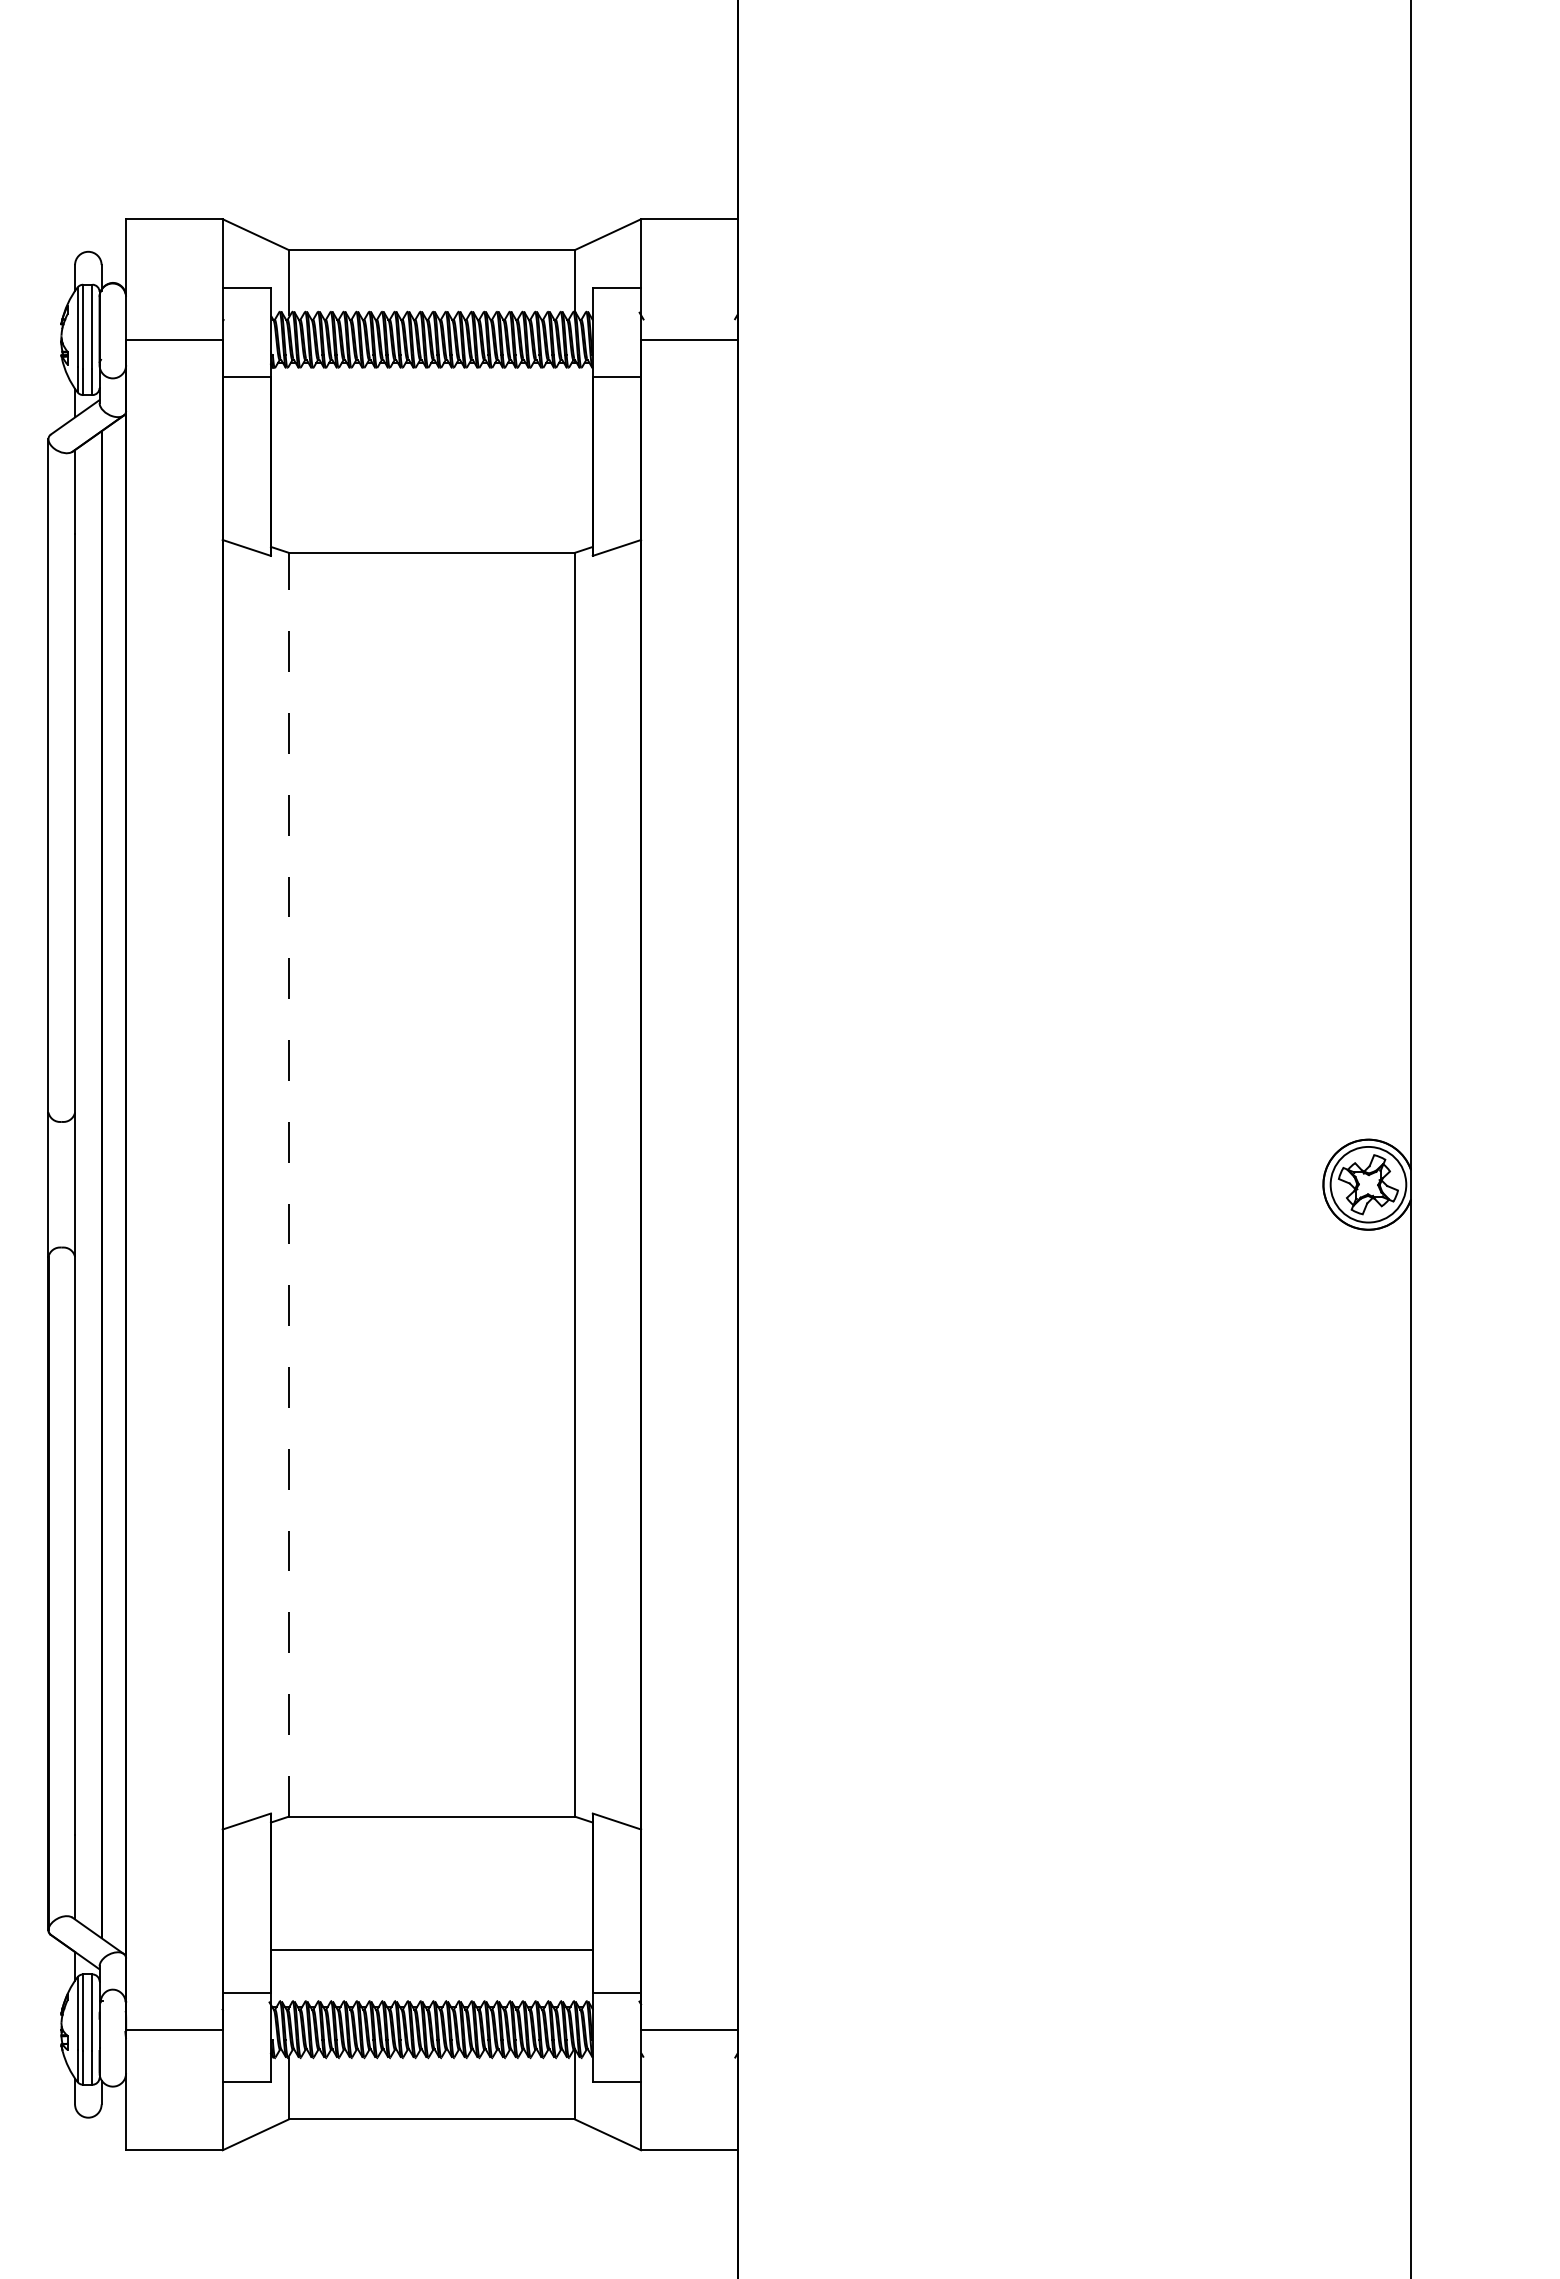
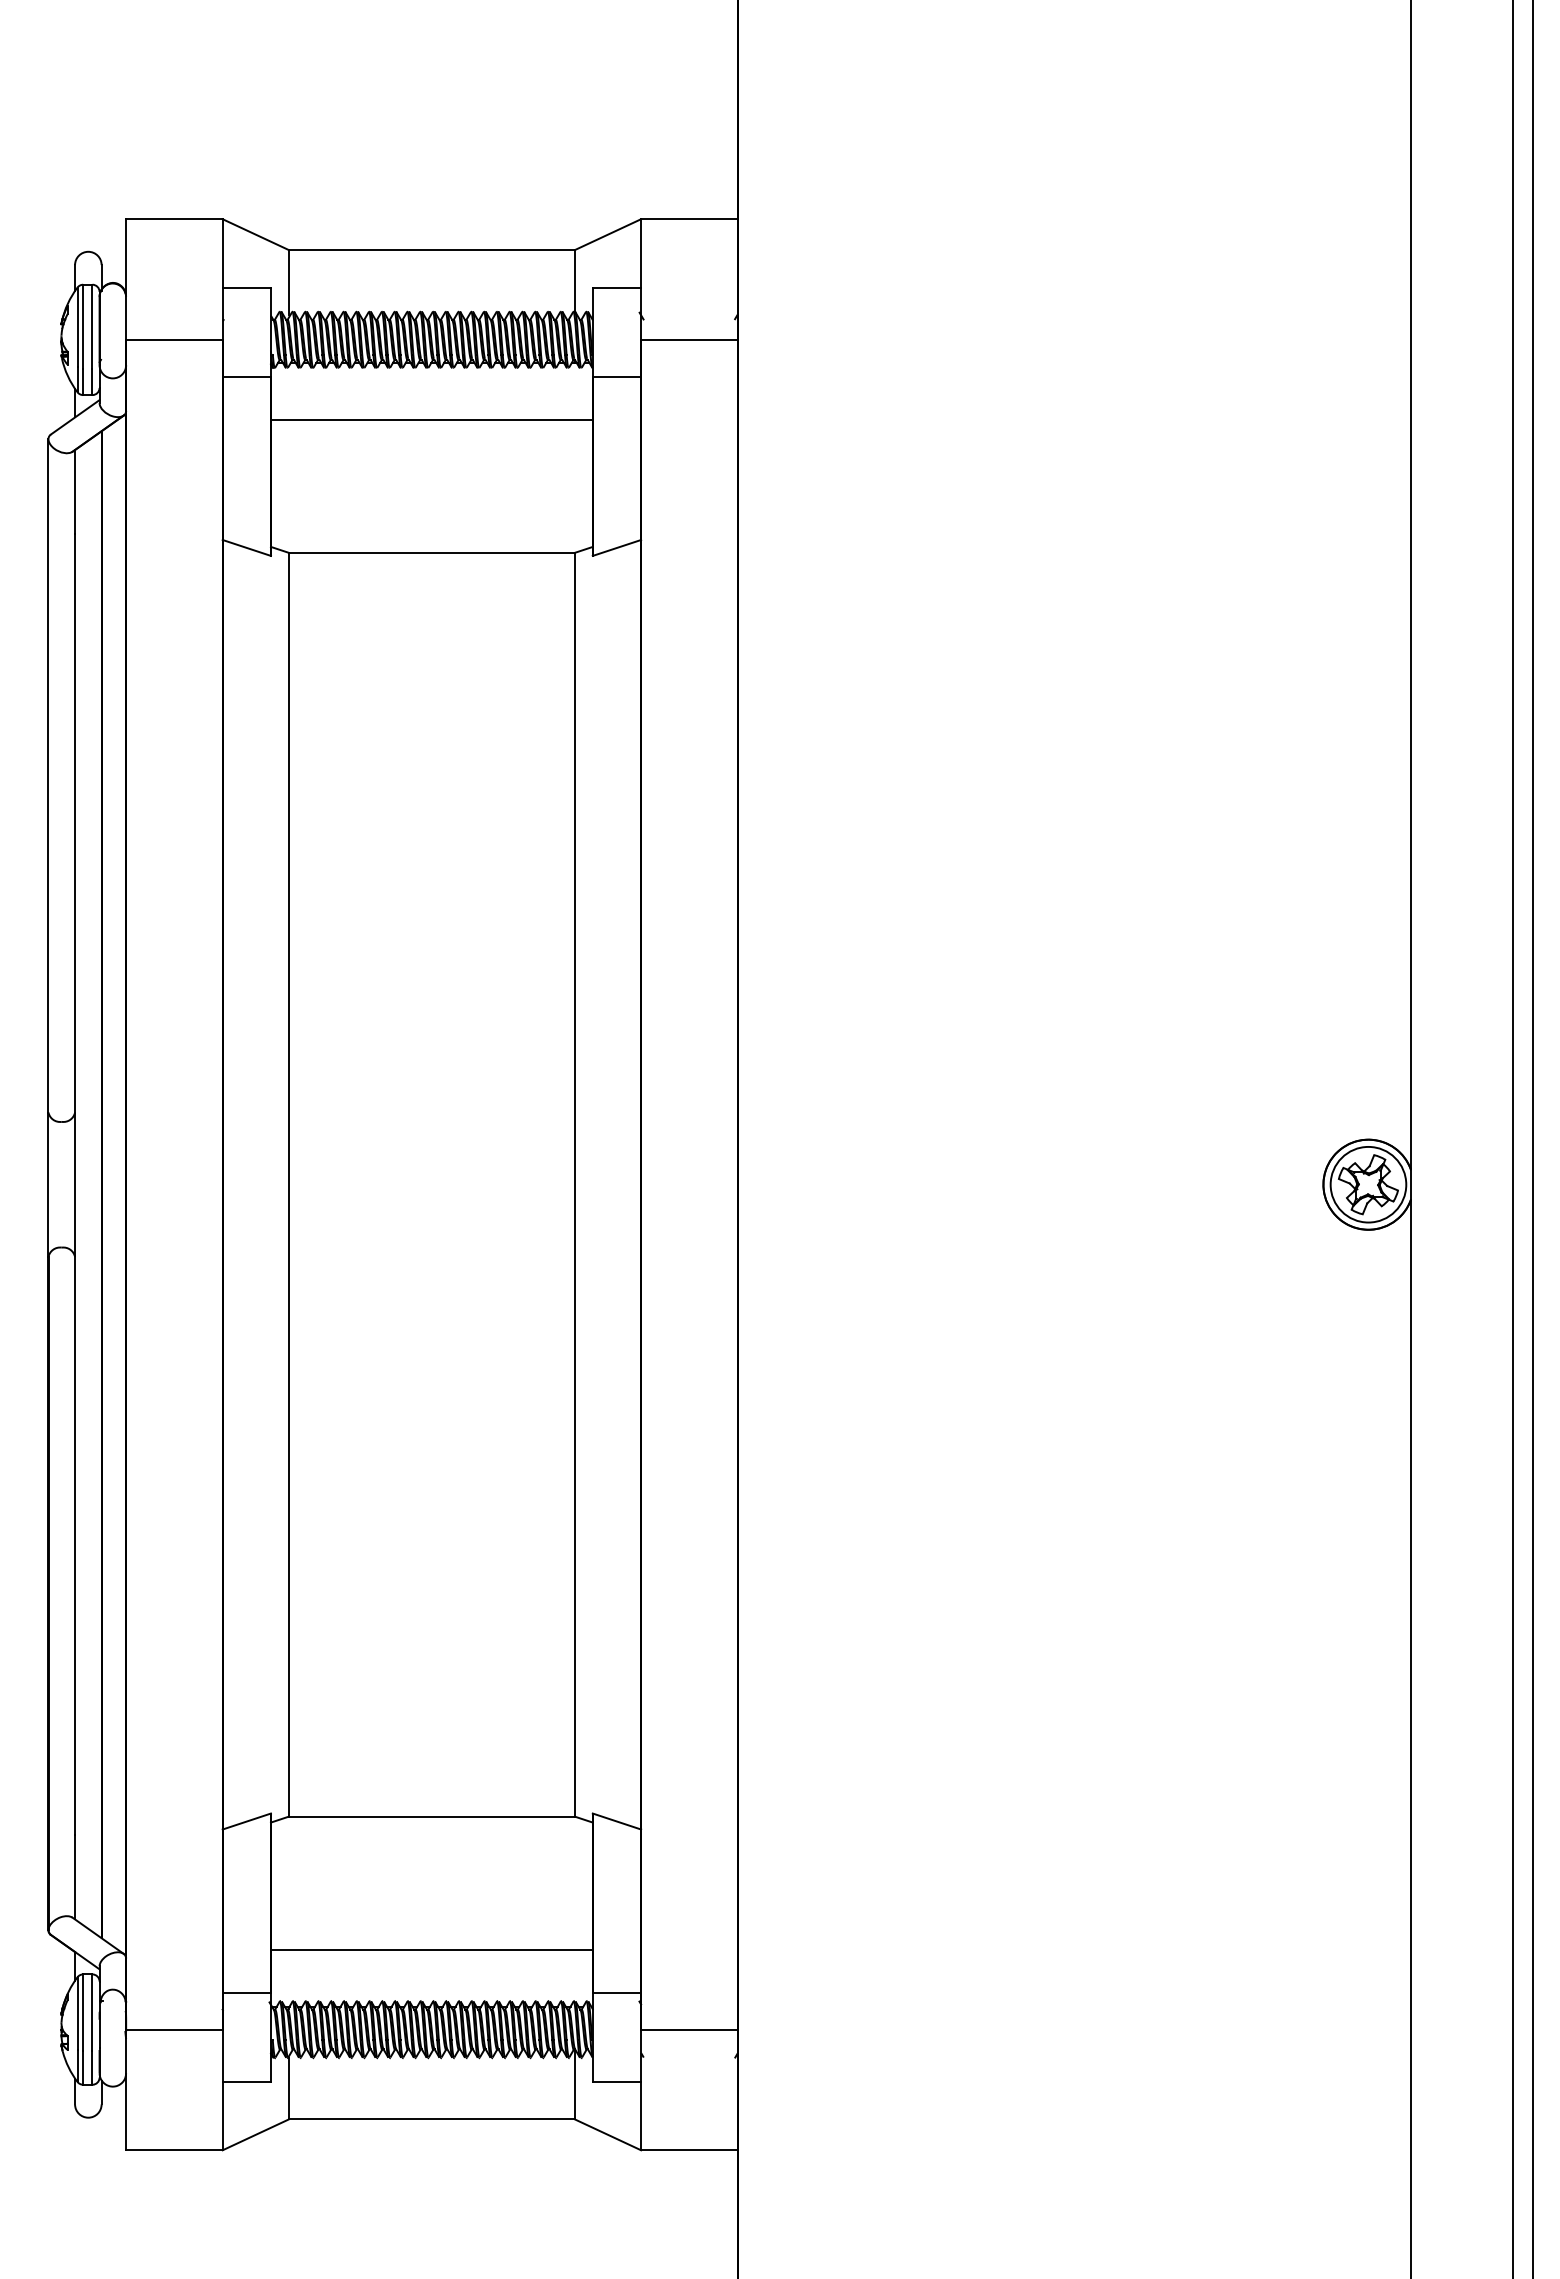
line at (431, 419): none -> present
line at (1513, 1138): none -> present
line at (1532, 1138): none -> present
line at (288, 1184): dashed -> solid
